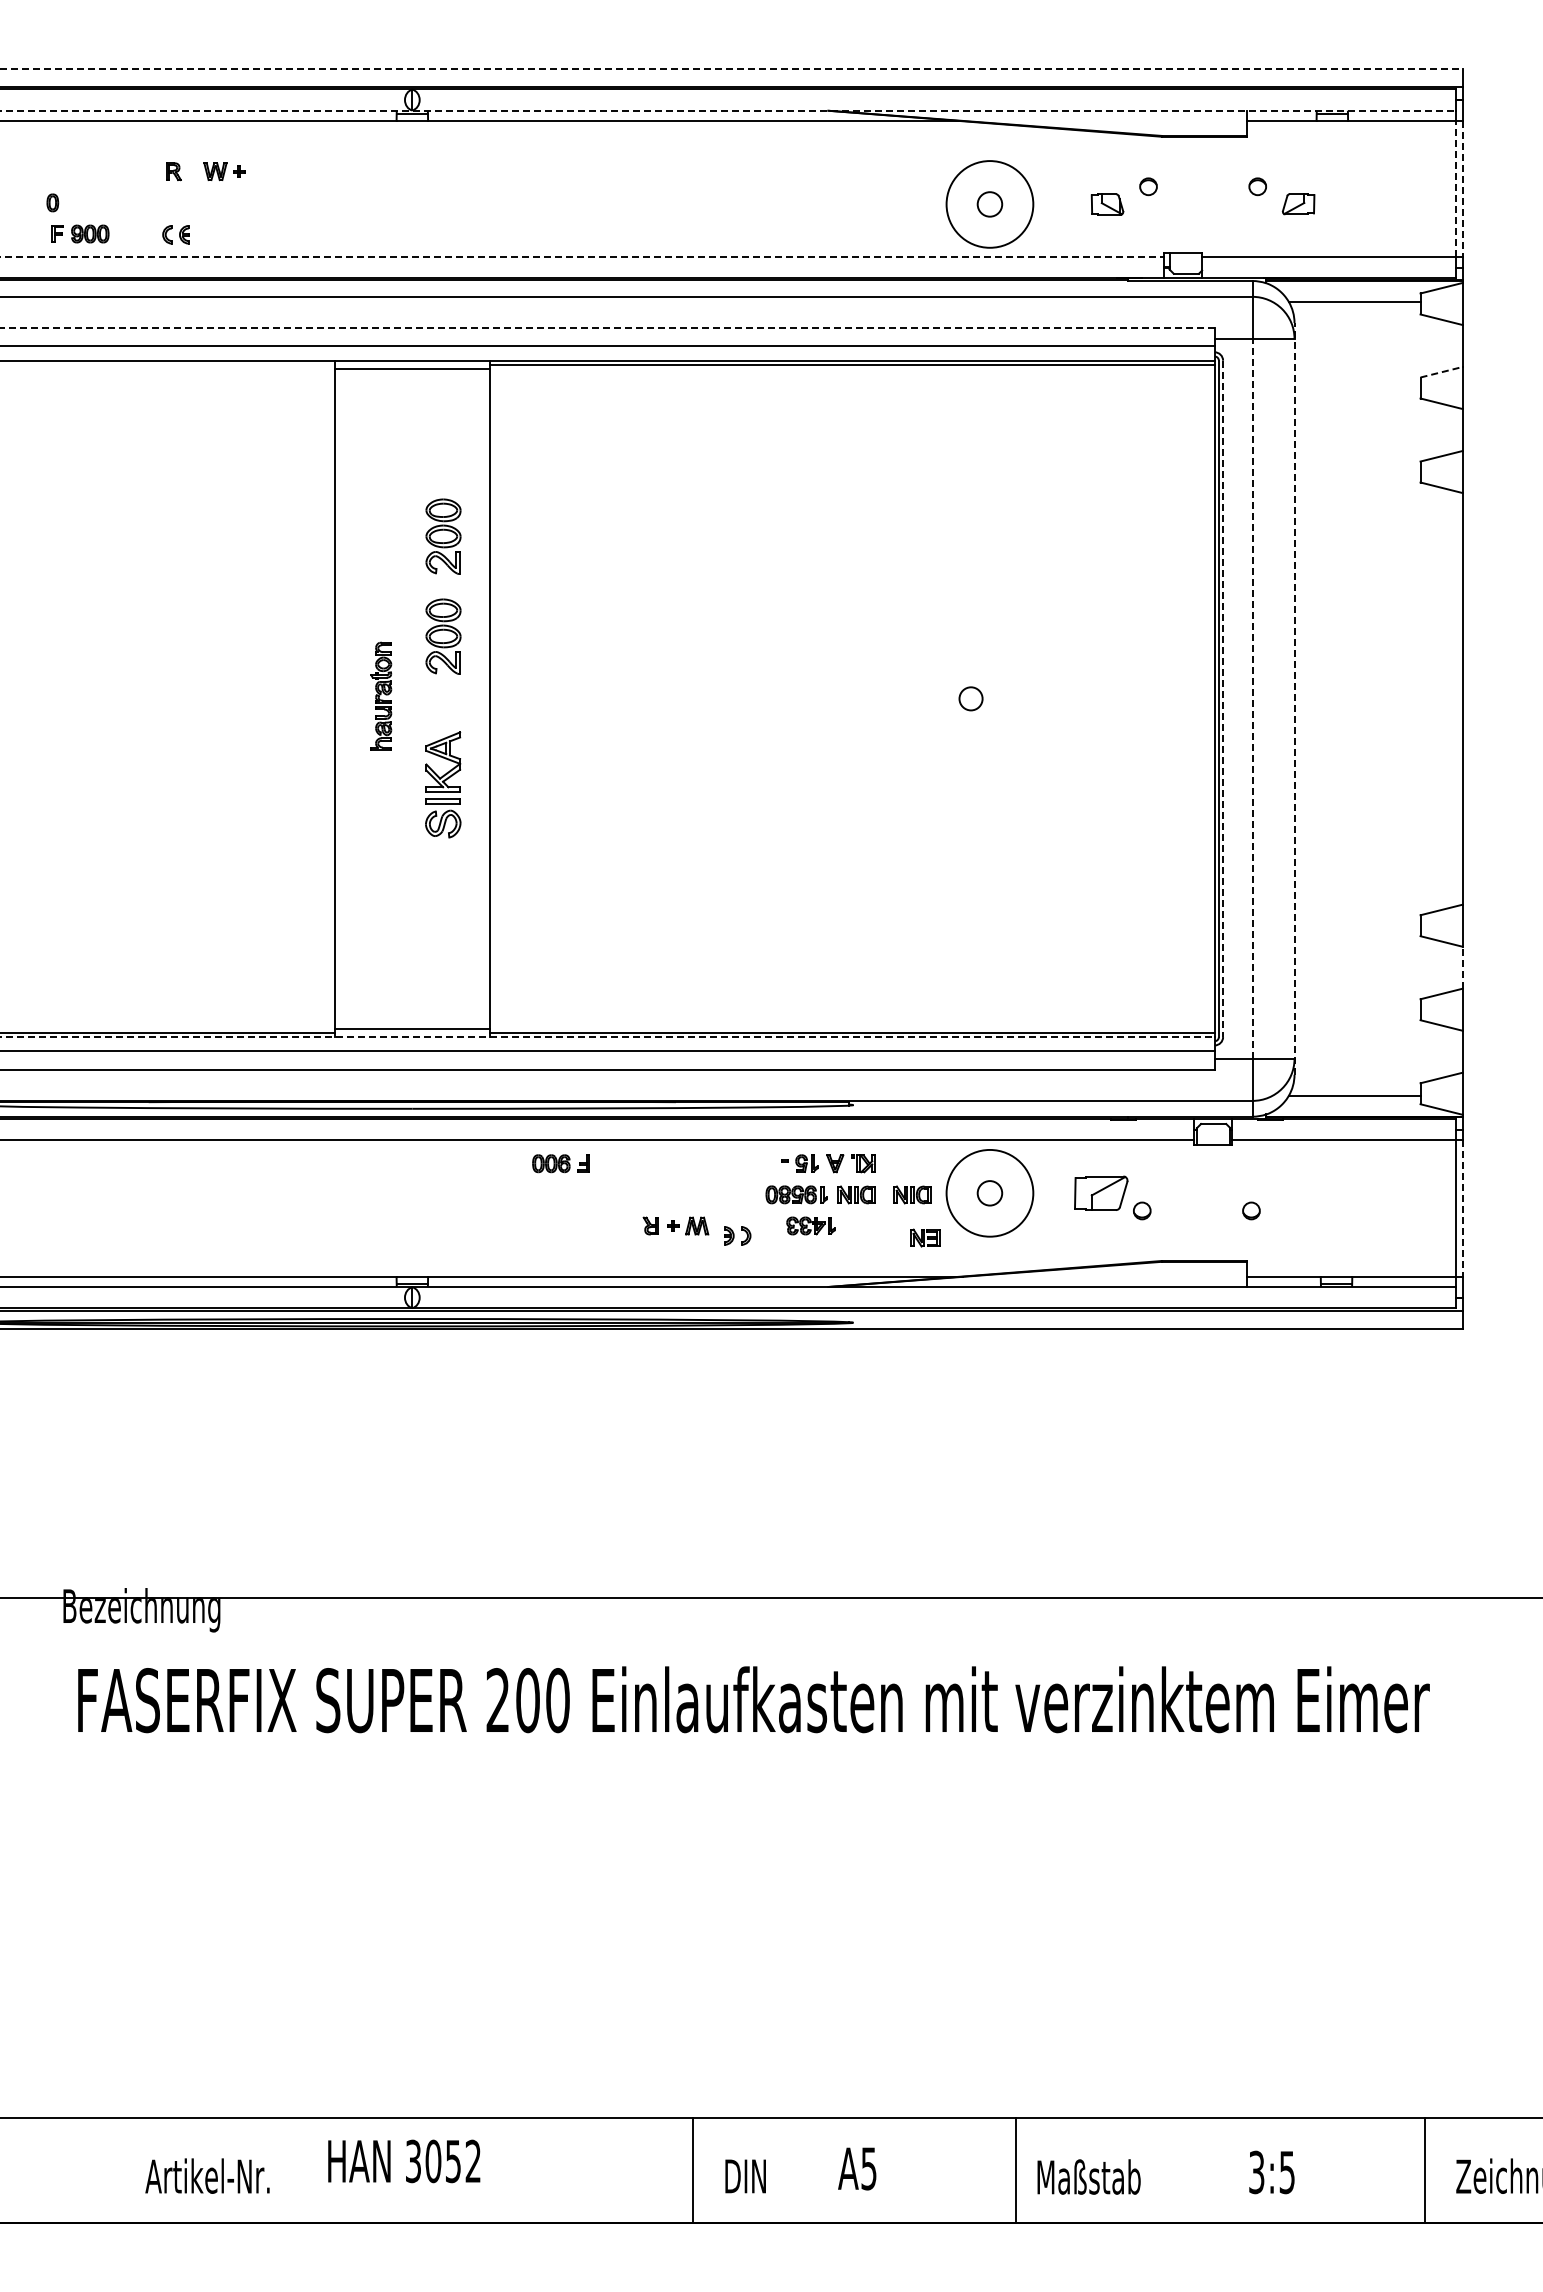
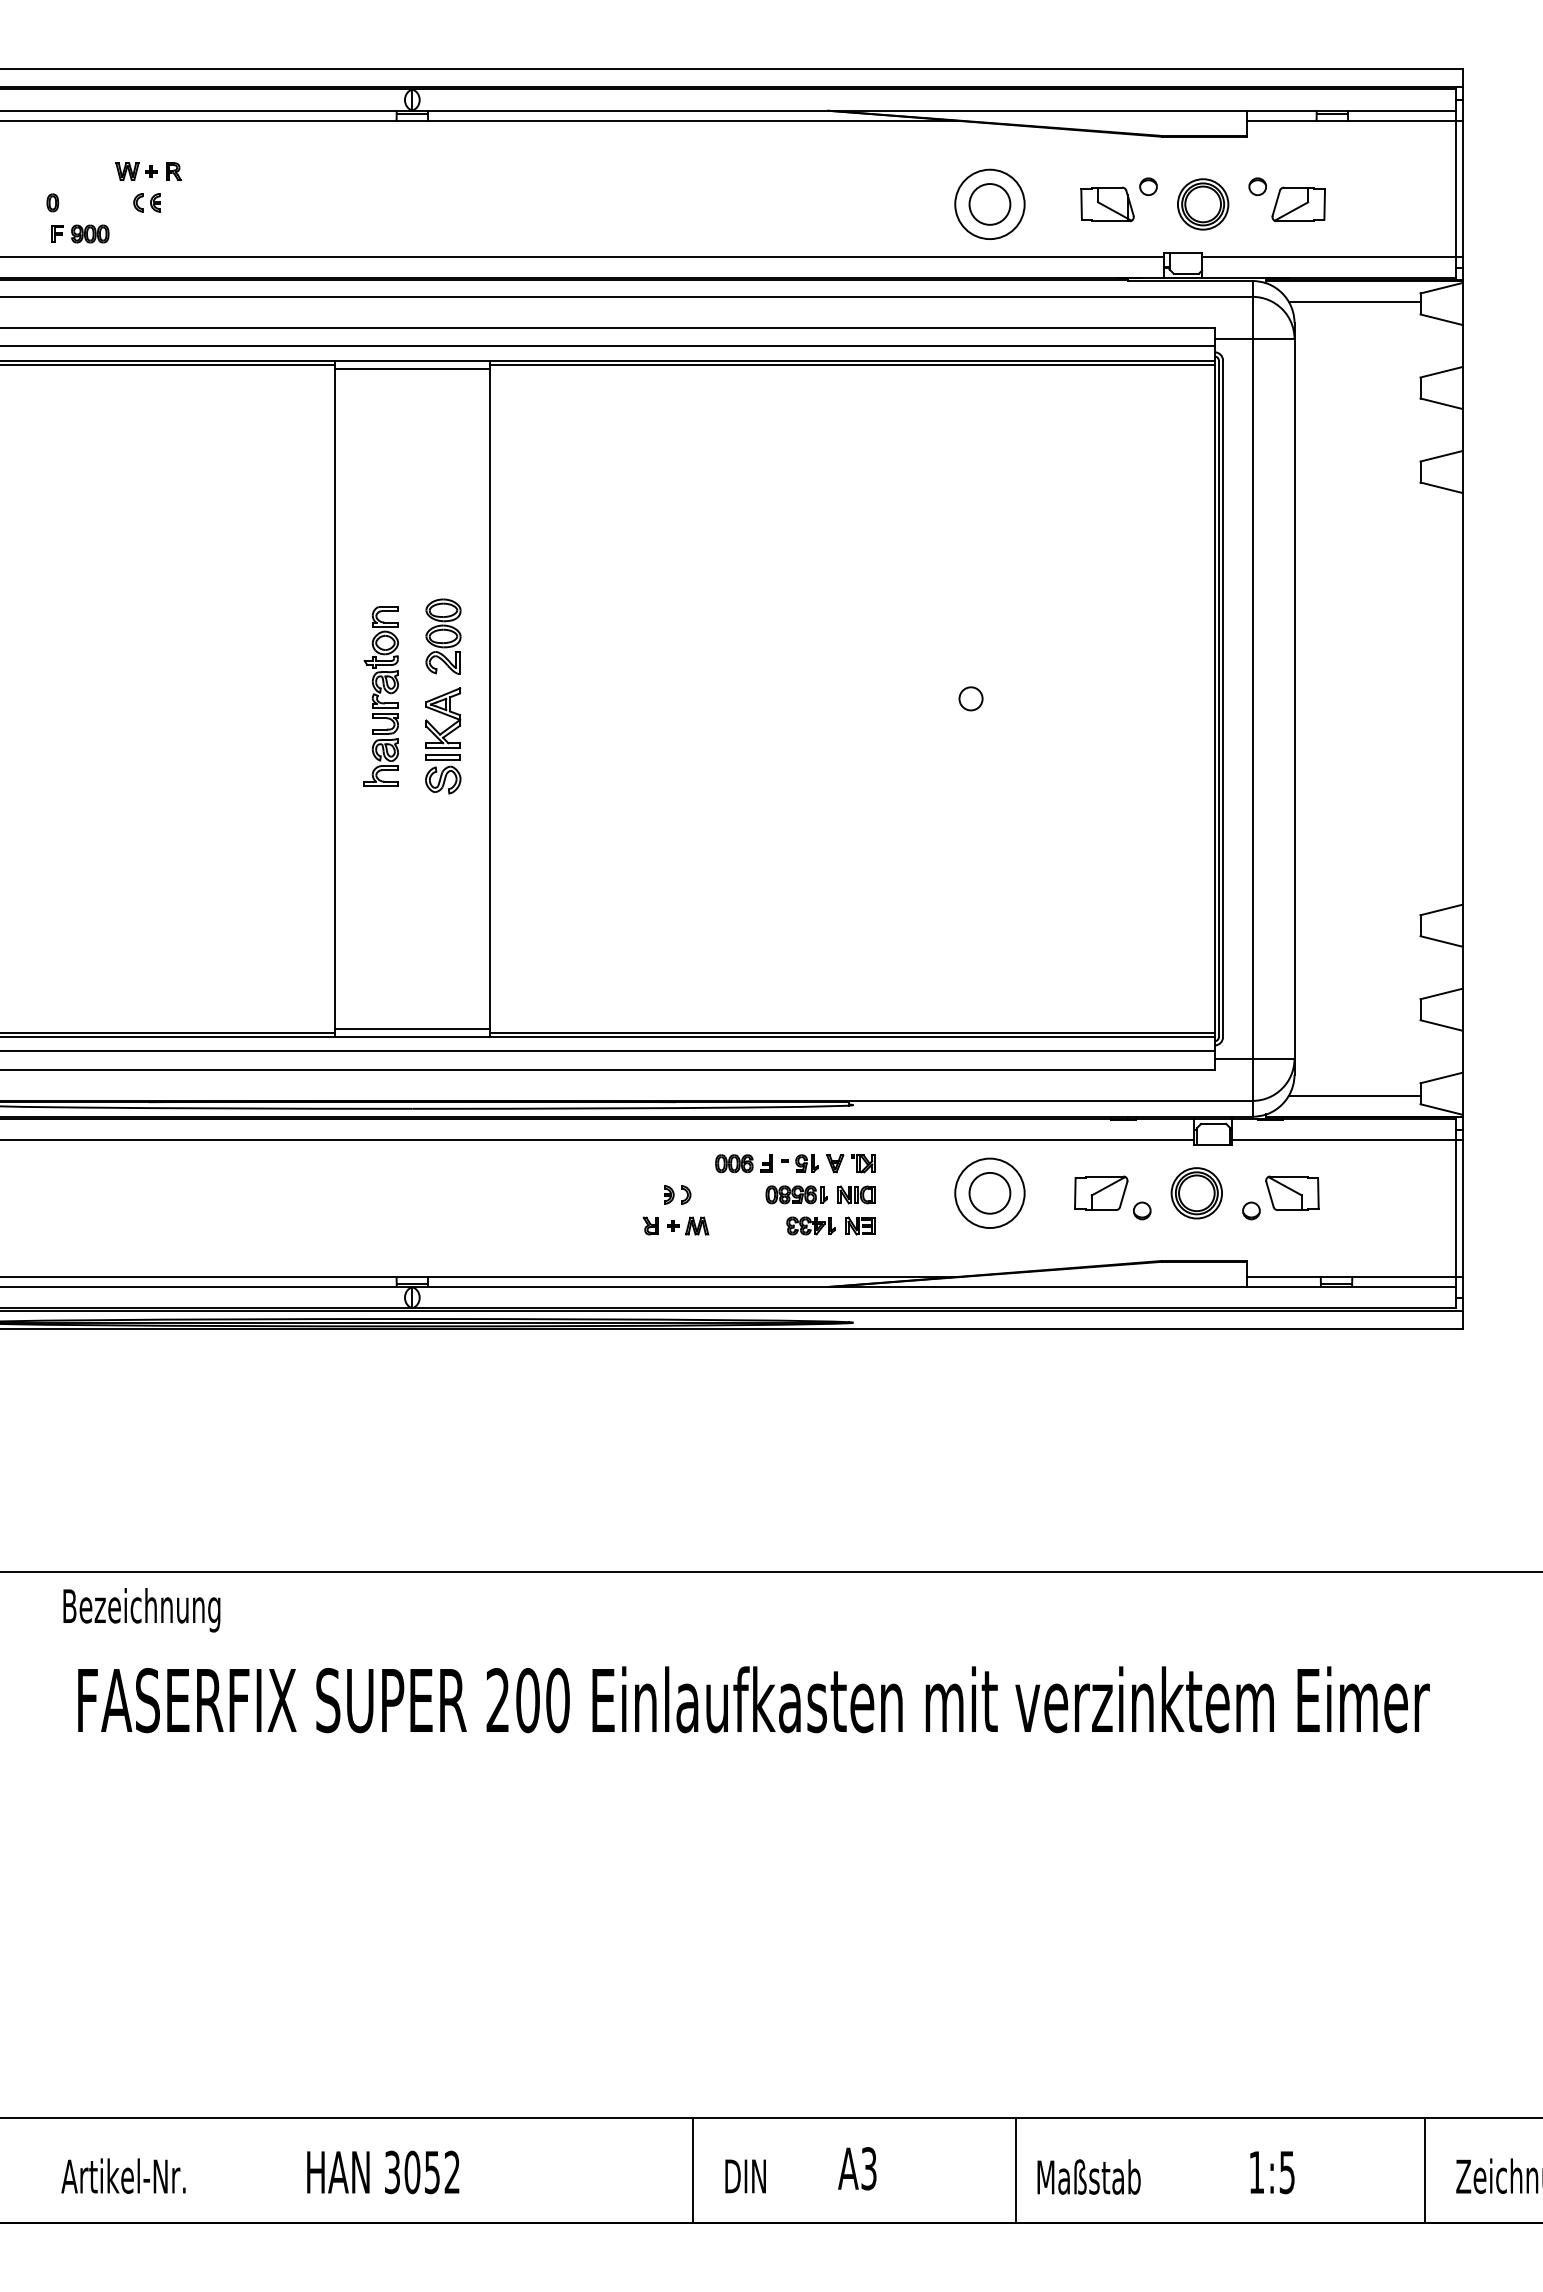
line at (731, 68): dashed -> solid
line at (728, 110): dashed -> solid
part at (224, 171) position: (224, 171) -> (136, 171)
line at (1456, 188): dashed -> solid
line at (1462, 189): dashed -> solid
circle at (989, 204) diameter: 24 px -> 41 px
circle at (989, 204) diameter: 87 px -> 69 px
part at (1107, 204) size: 35x23 px -> 55x37 px
part at (1203, 204): none -> present
part at (1298, 204) size: 35x23 px -> 55x36 px
part at (175, 234) position: (175, 234) -> (146, 202)
line at (582, 257): dashed -> solid
line at (607, 328): dashed -> solid
line at (168, 364): none -> present
line at (1441, 372): dashed -> solid
part at (443, 536): present -> none
part at (381, 695) size: 23x110 px -> 36x181 px
line at (1252, 698): dashed -> solid
line at (1294, 698): dashed -> solid
line at (1223, 699): dashed -> solid
part at (443, 784) position: (443, 784) -> (443, 740)
line at (1462, 967): dashed -> solid
line at (607, 1037): dashed -> solid
part at (560, 1163) position: (560, 1163) -> (743, 1163)
circle at (989, 1192) diameter: 87 px -> 69 px
part at (1292, 1192): none -> present
circle at (989, 1193) diameter: 24 px -> 41 px
part at (1196, 1193): none -> present
part at (912, 1194): present -> none
line at (1462, 1208): dashed -> solid
part at (737, 1235) position: (737, 1235) -> (677, 1194)
part at (925, 1237) position: (925, 1237) -> (860, 1225)
line at (770, 1598) position: (770, 1598) -> (770, 1572)
text at (404, 2161) position: (404, 2161) -> (383, 2172)
text at (869, 2168): A5 -> A3
text at (1256, 2172): 3:5 -> 1:5
text at (207, 2175) position: (207, 2175) -> (123, 2175)
